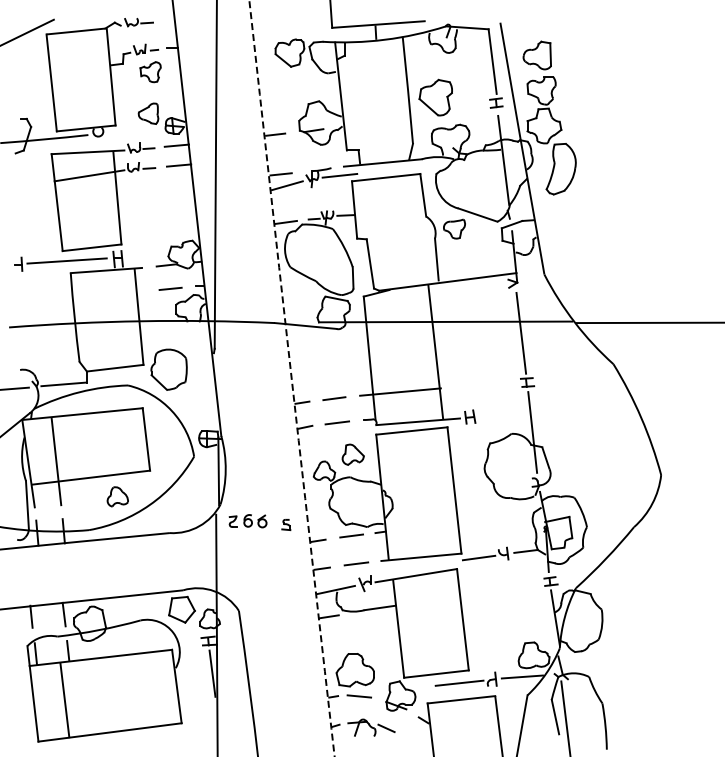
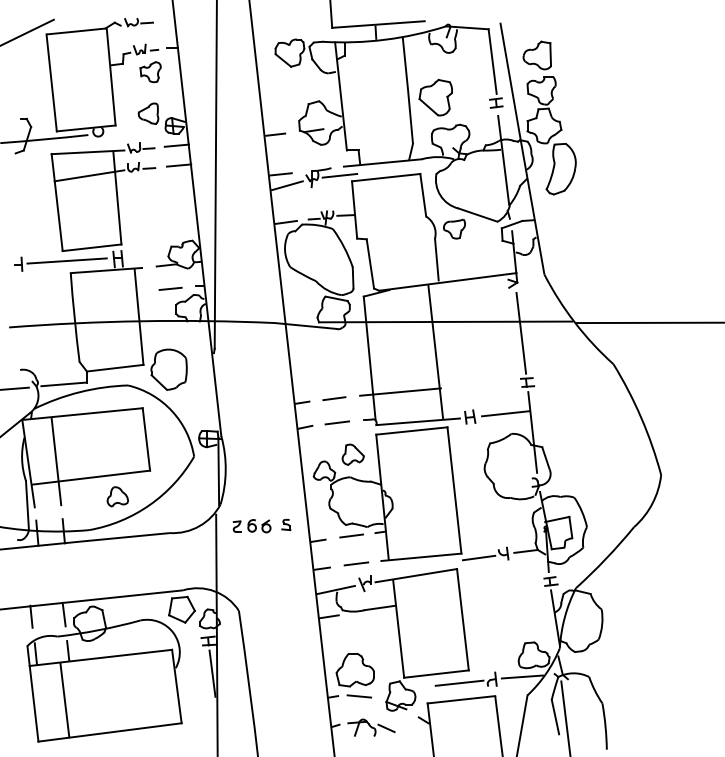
arc at (291, 379): dashed -> solid
line at (505, 413): none -> present
part at (247, 521) position: (247, 521) -> (251, 526)
